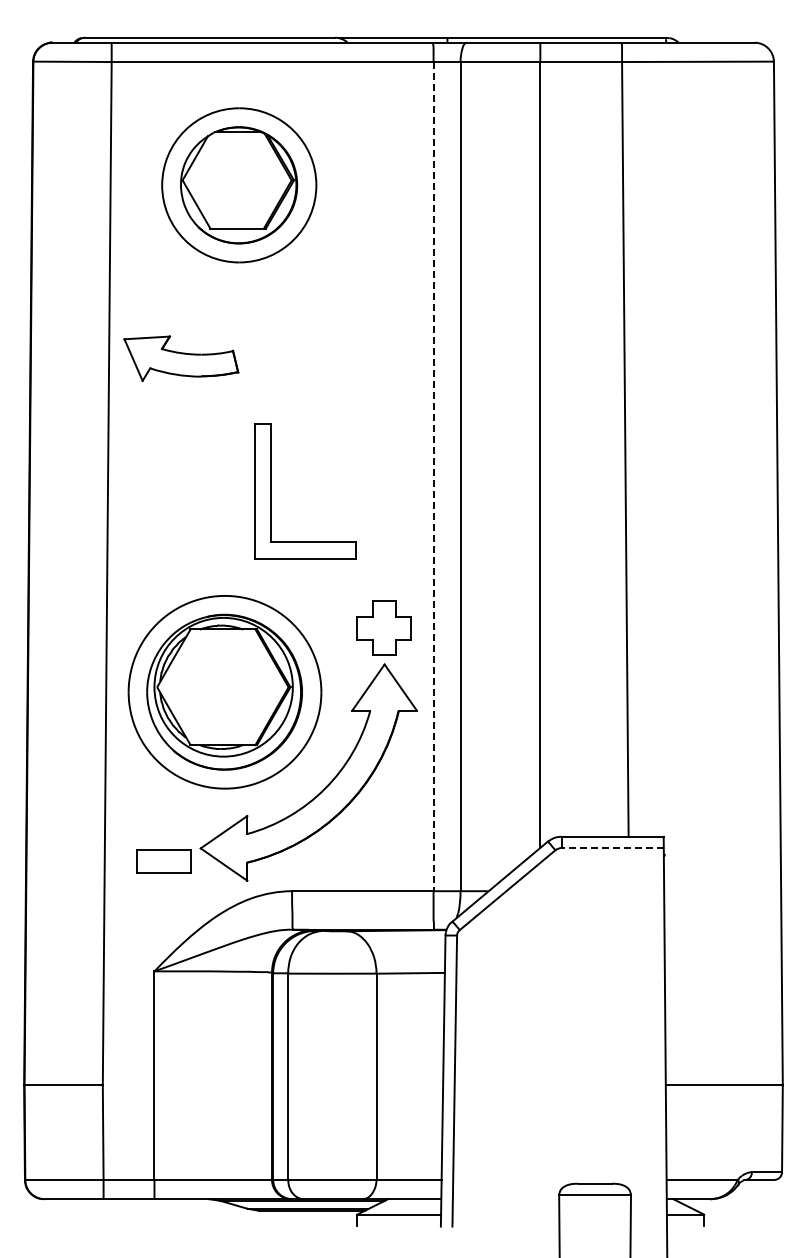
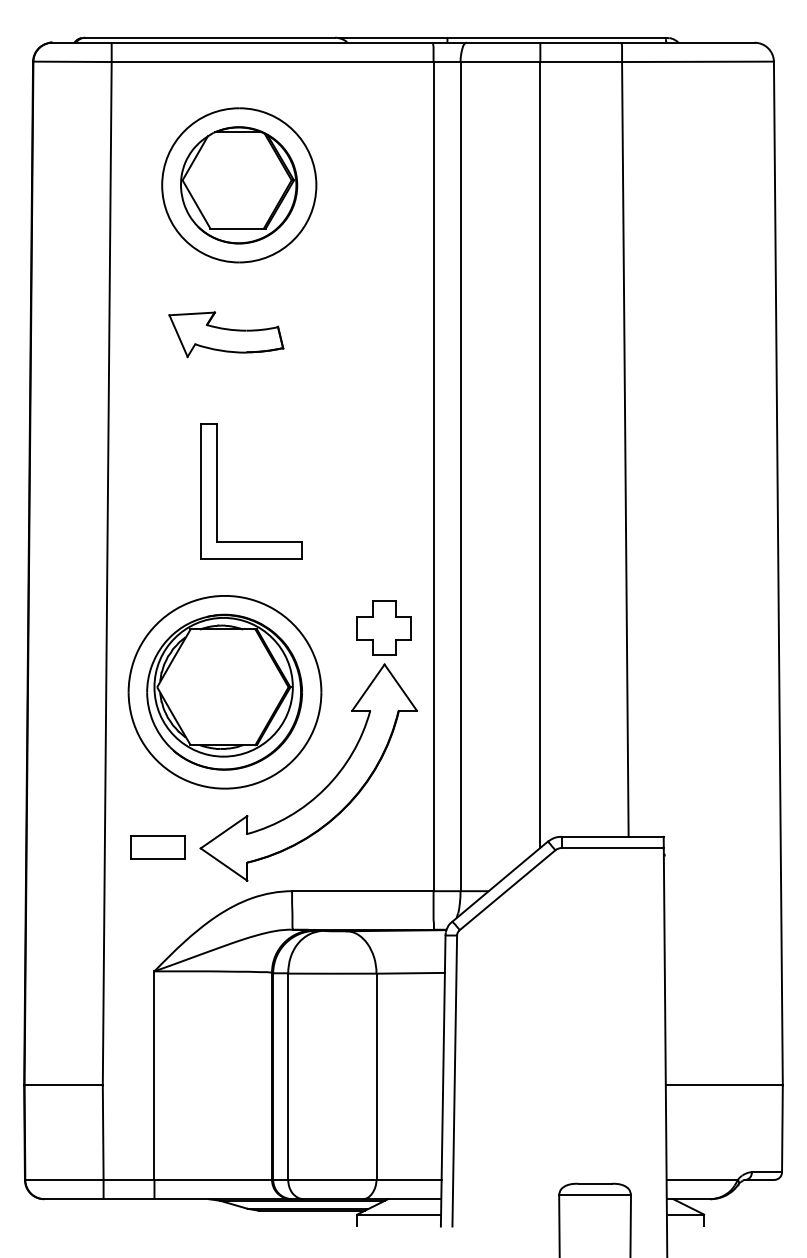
part at (181, 358) position: (181, 358) -> (226, 334)
line at (433, 476): dashed -> solid
part at (271, 491) position: (271, 491) -> (217, 491)
line at (612, 848): dashed -> solid
part at (163, 861) position: (163, 861) -> (157, 847)
